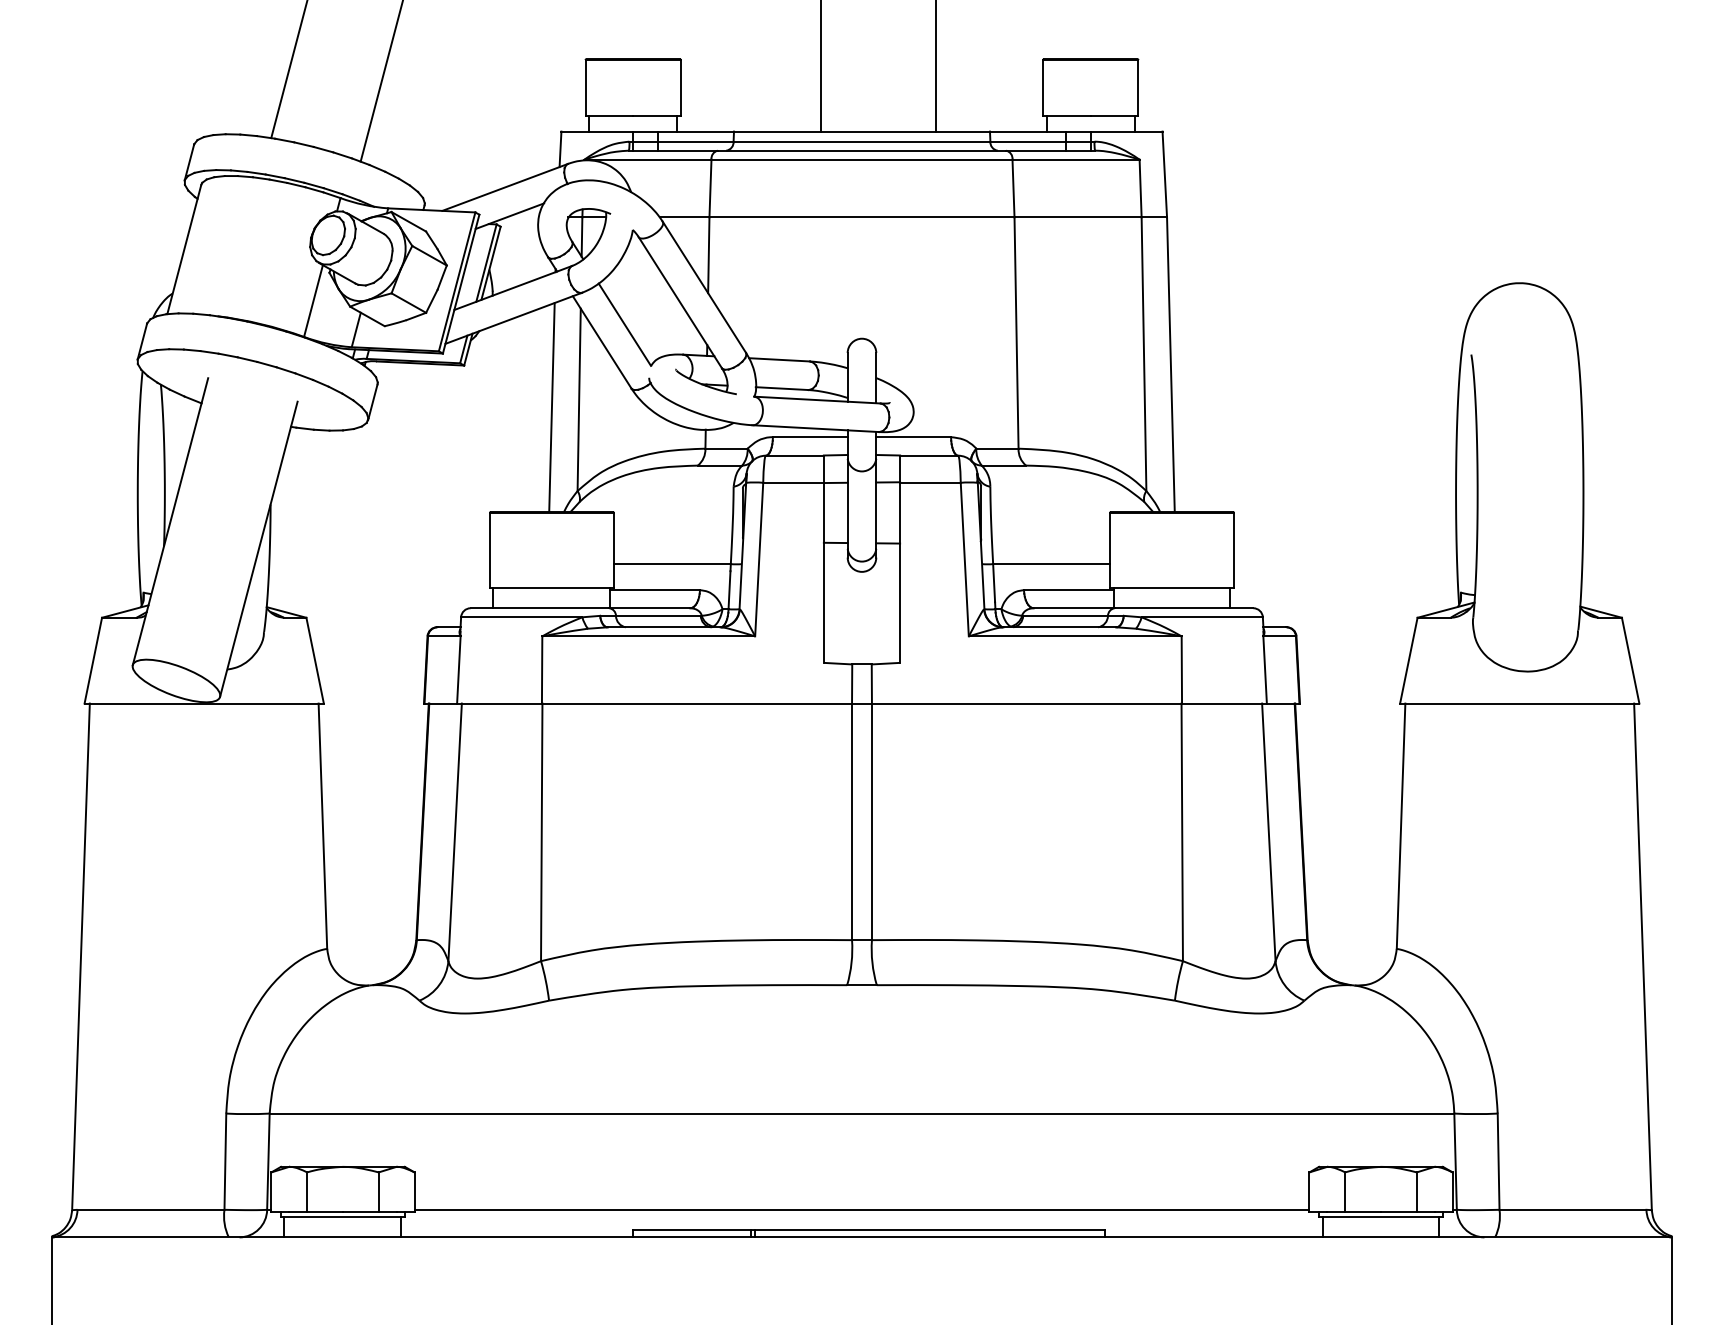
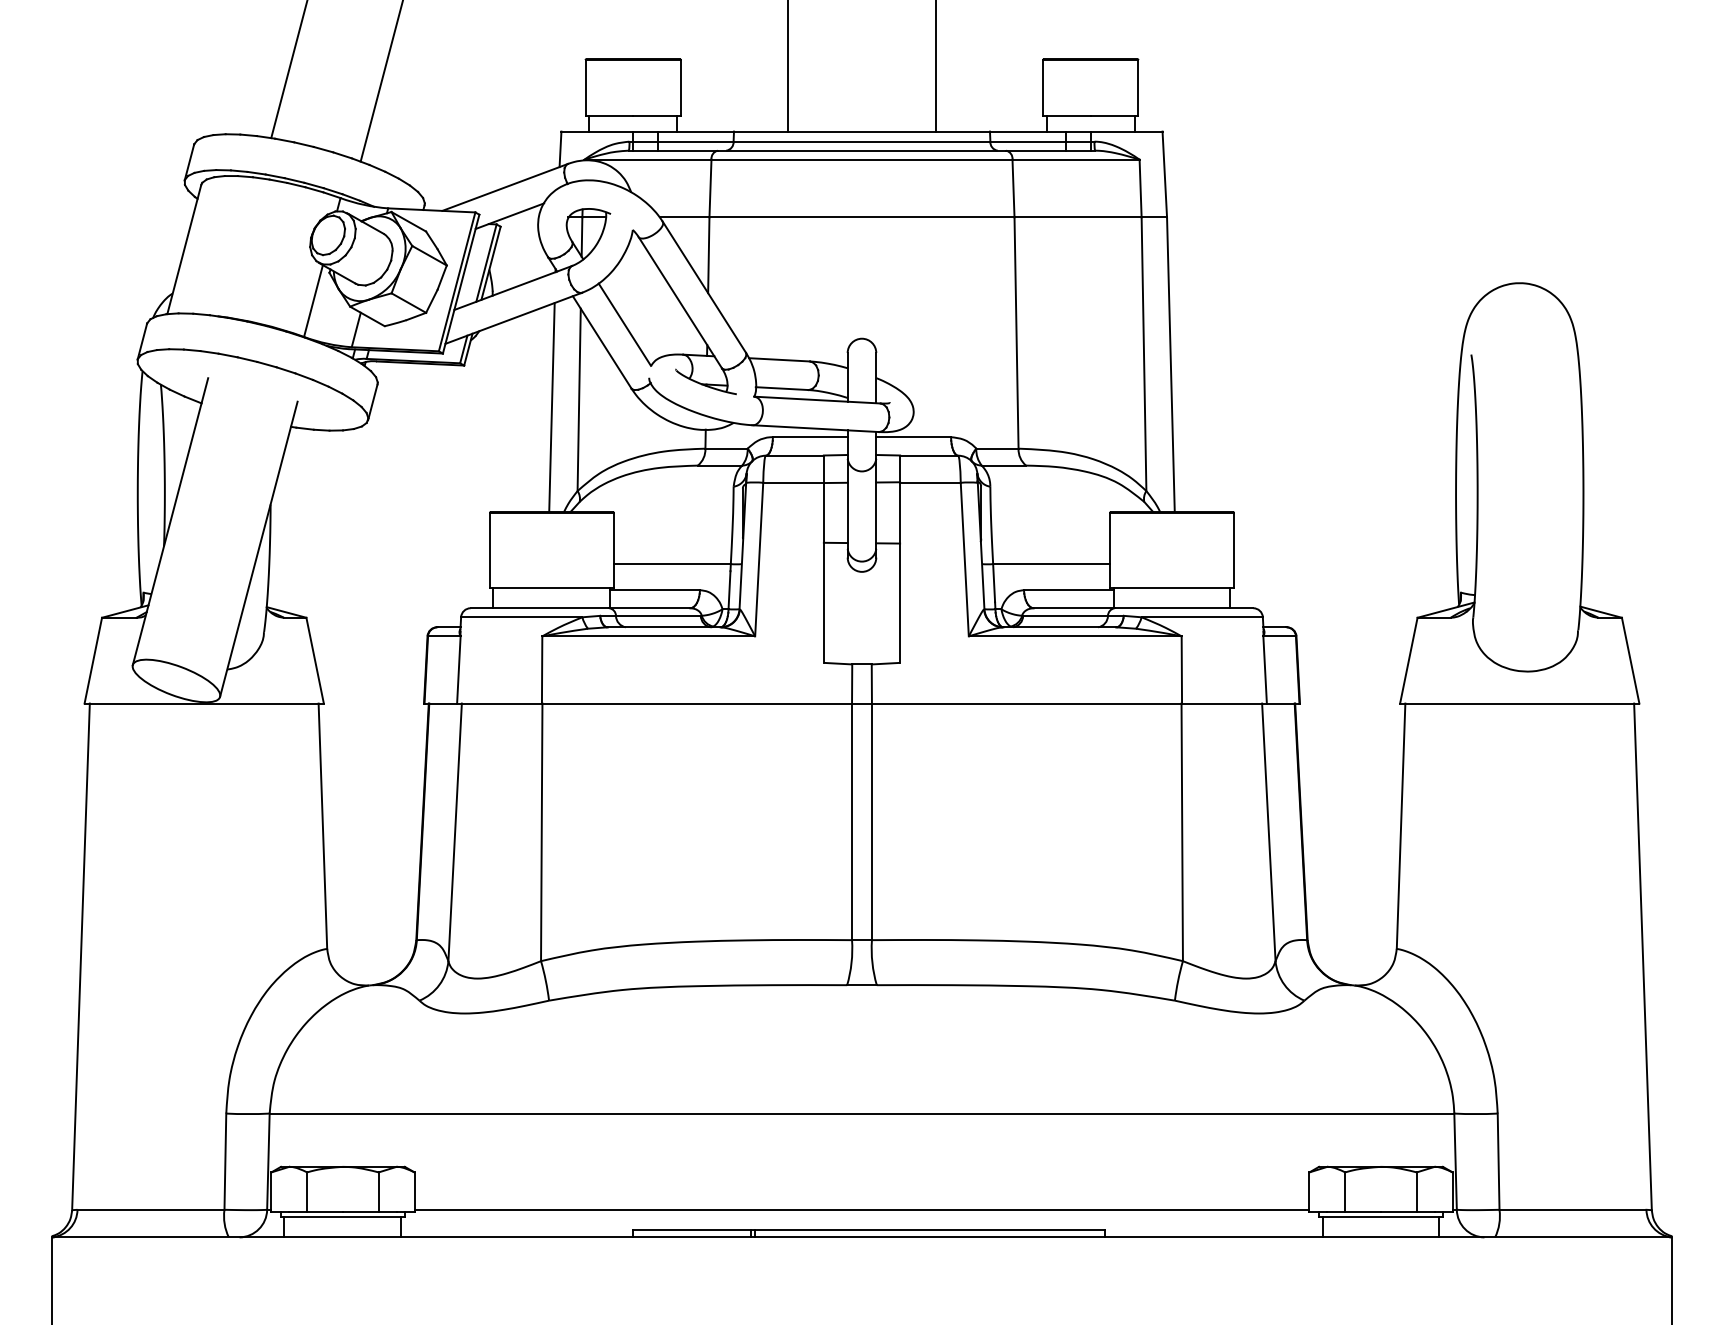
line at (821, 66) position: (821, 66) -> (788, 66)
